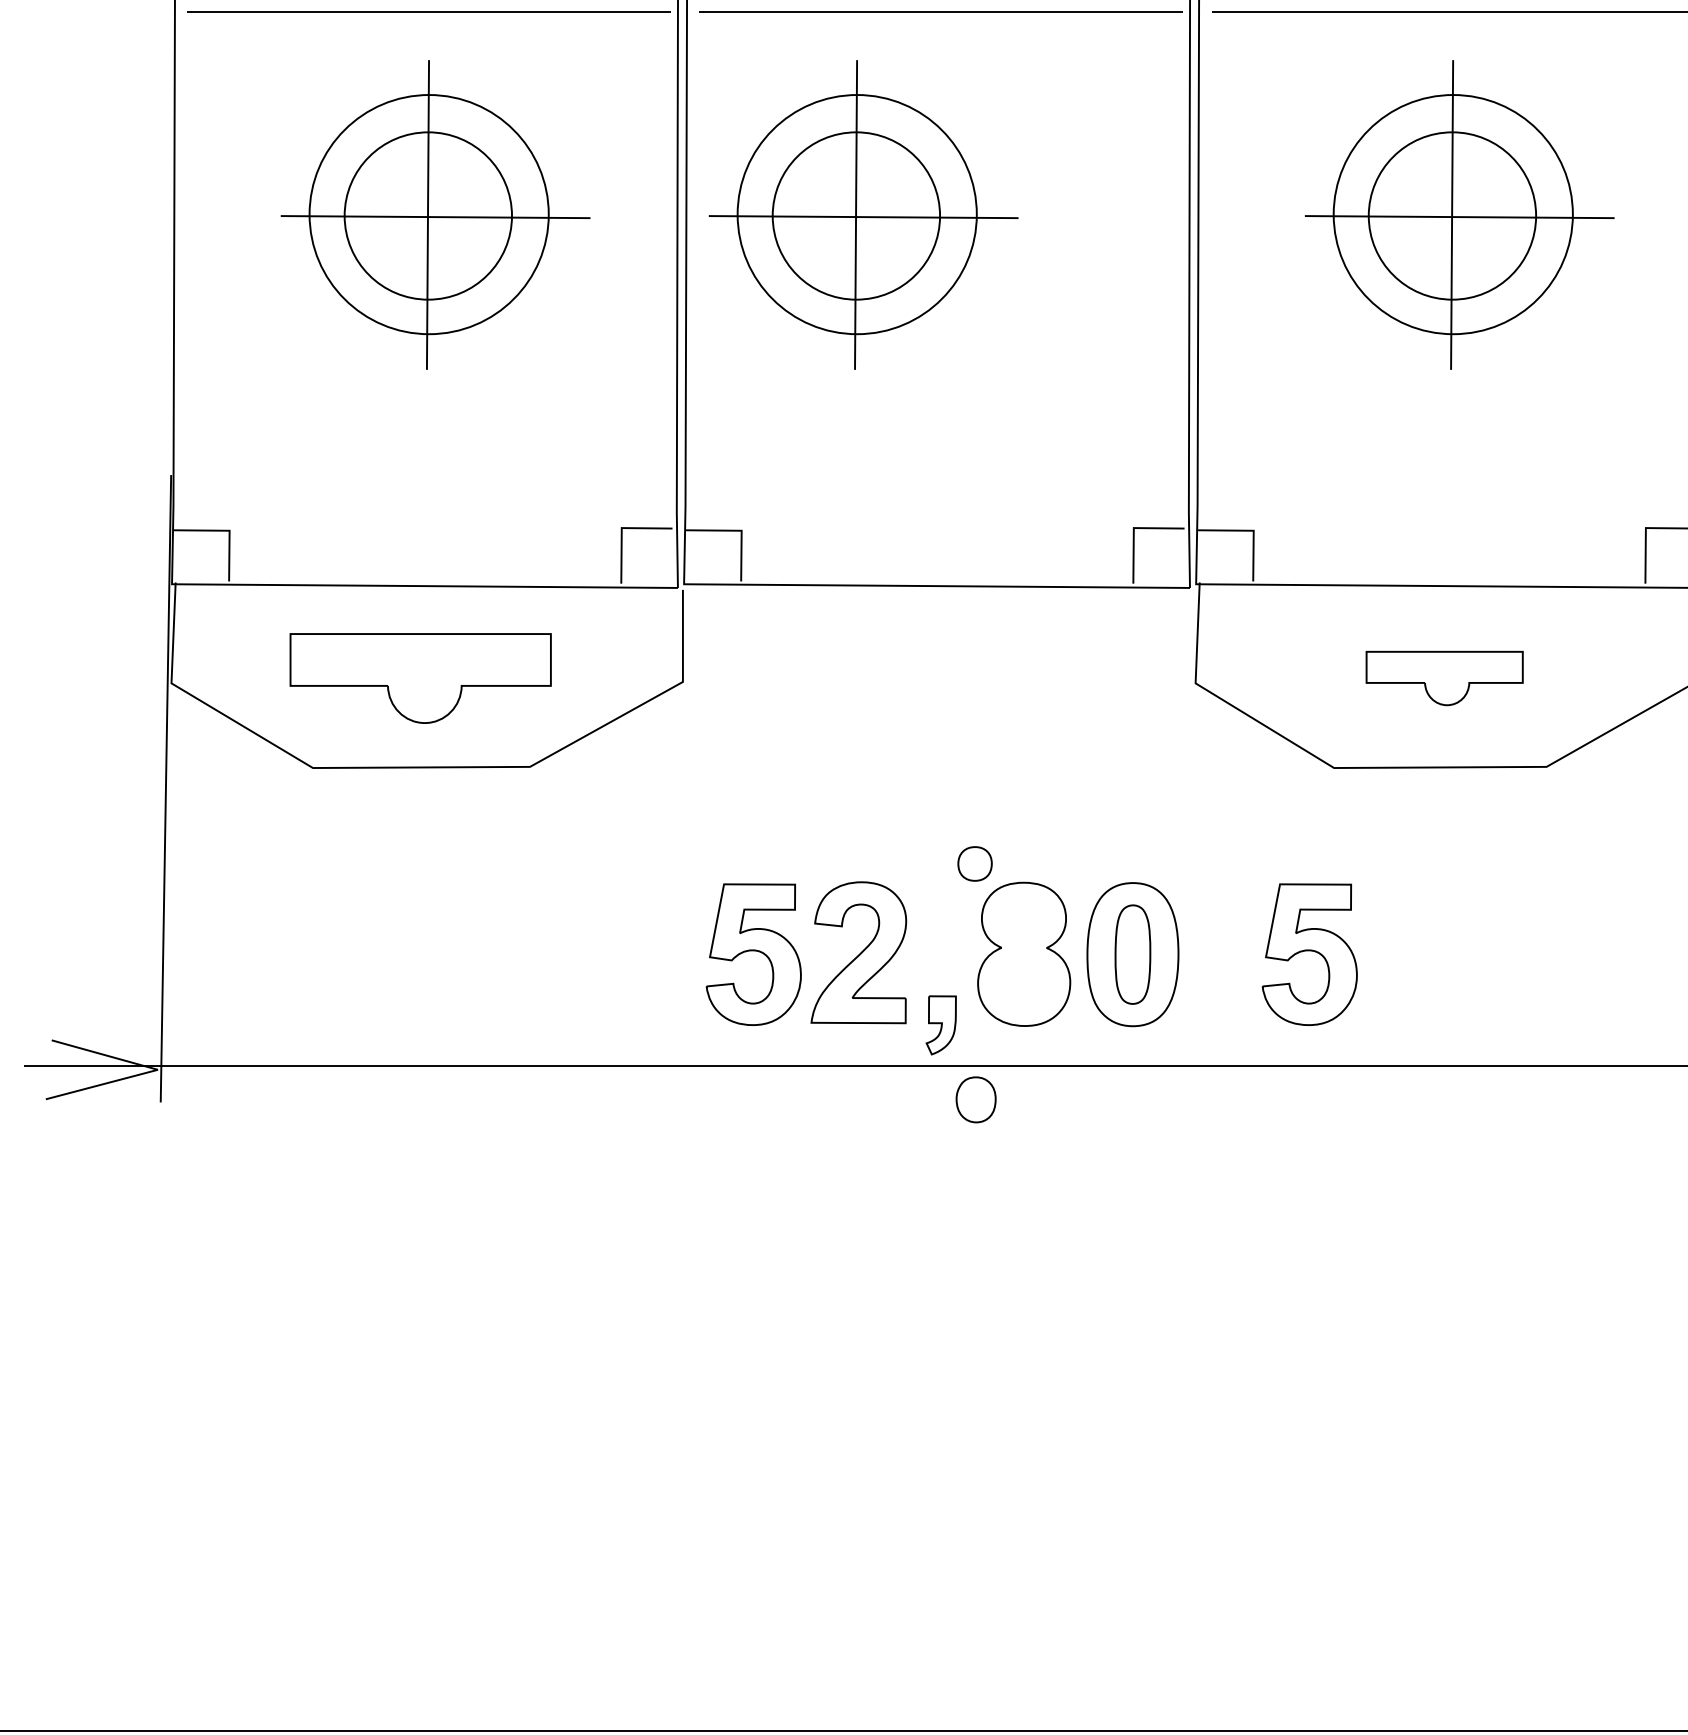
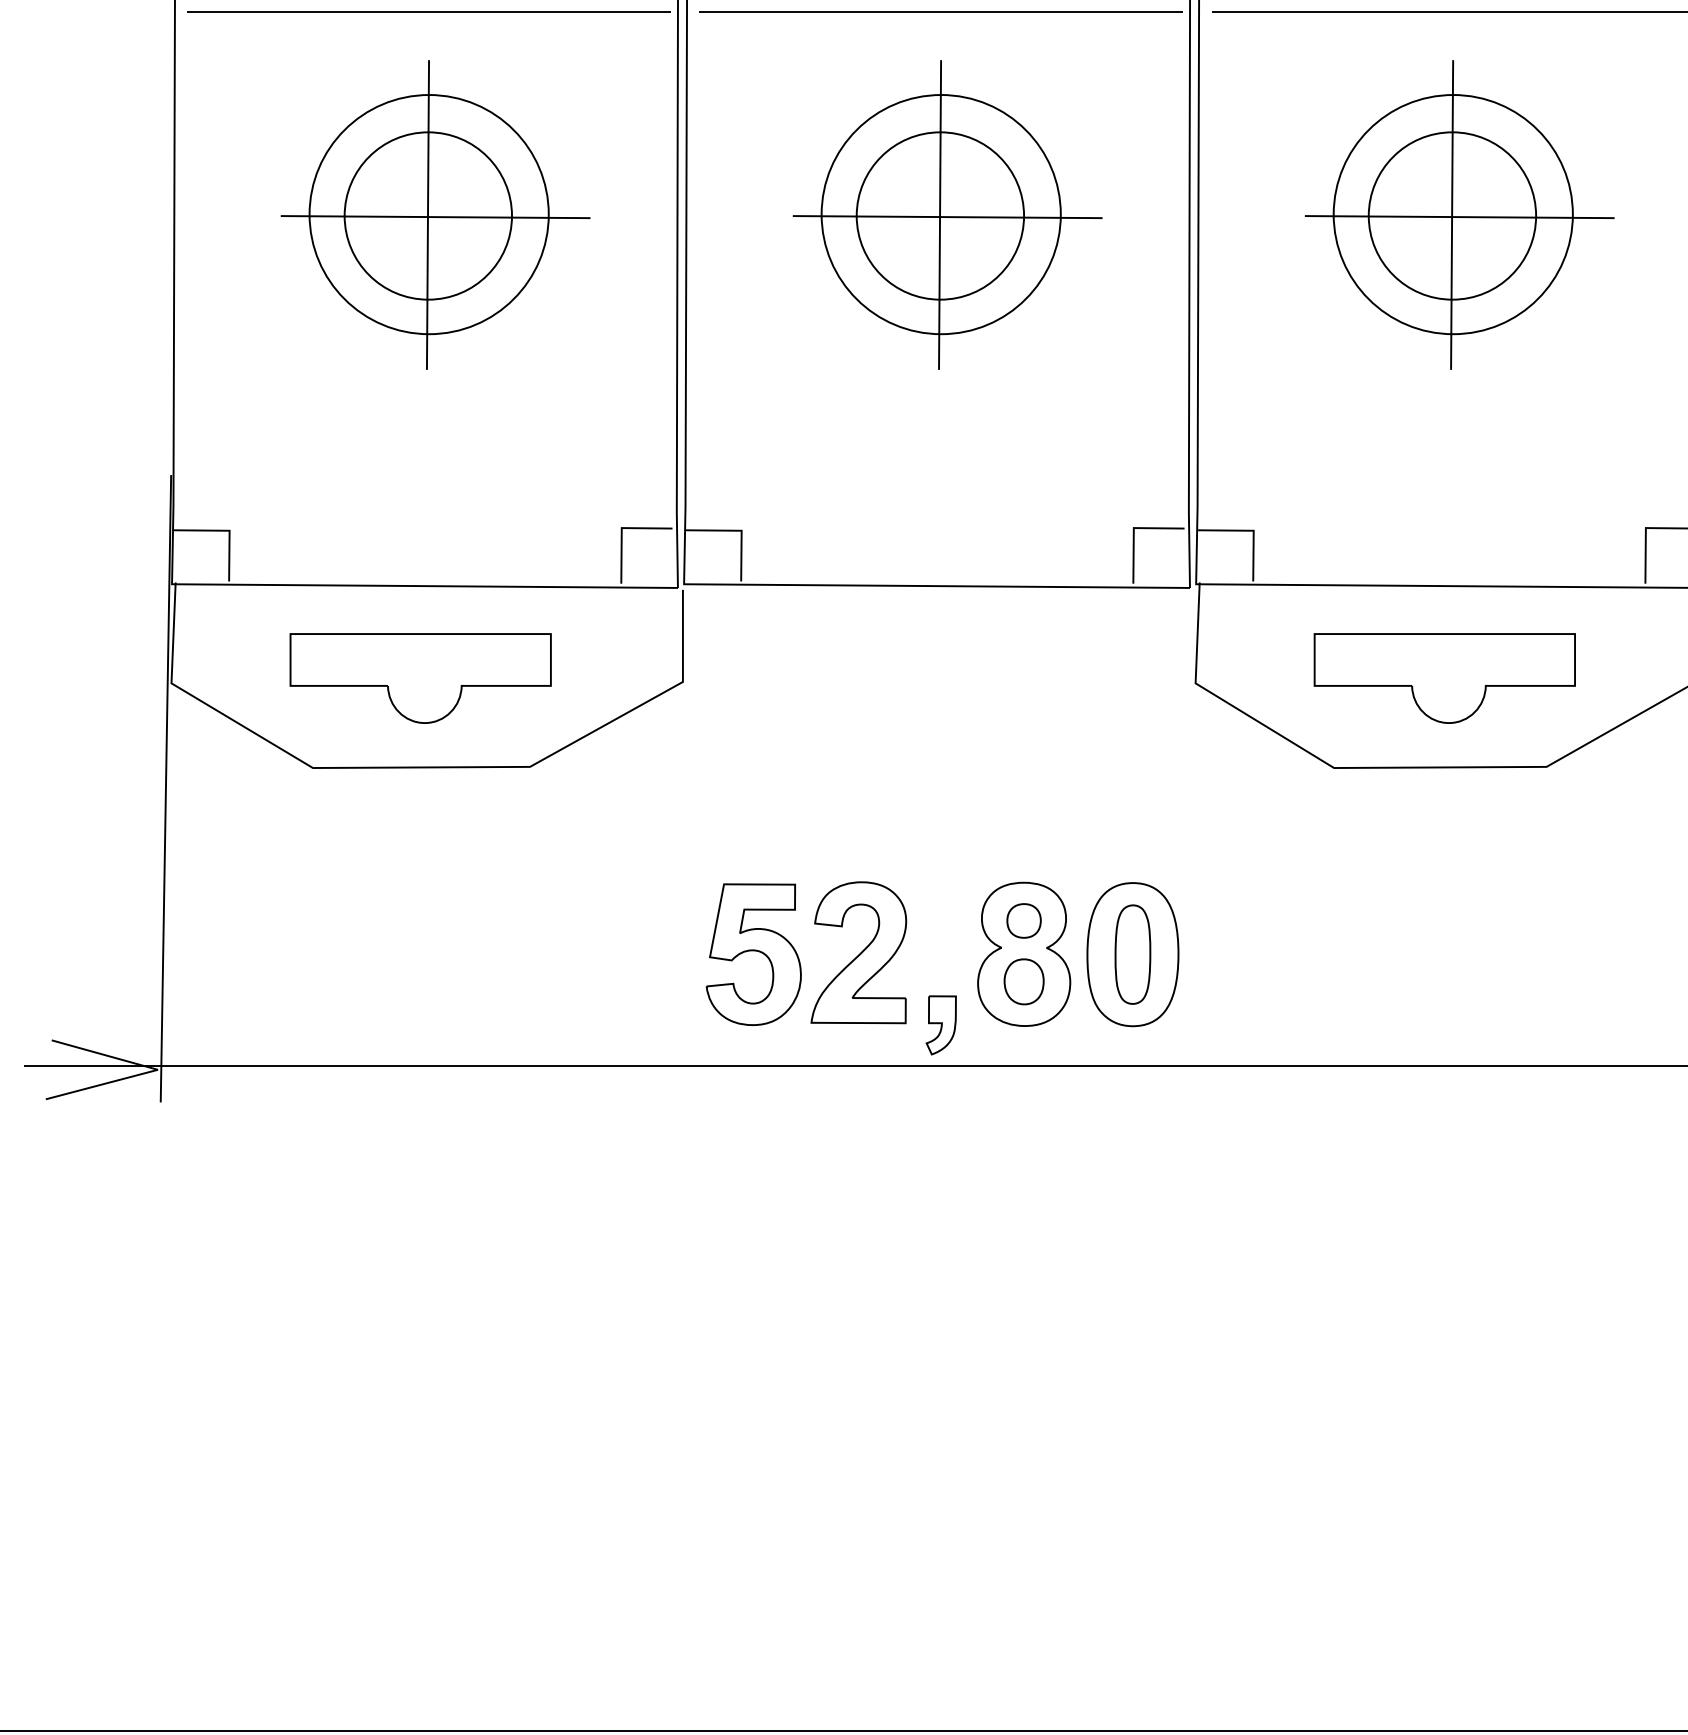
part at (863, 214) position: (863, 214) -> (947, 214)
part at (1444, 678) size: 159x57 px -> 263x91 px
part at (974, 863) position: (974, 863) -> (1023, 920)
part at (1309, 954): present -> none
part at (975, 1099) position: (975, 1099) -> (1023, 981)
